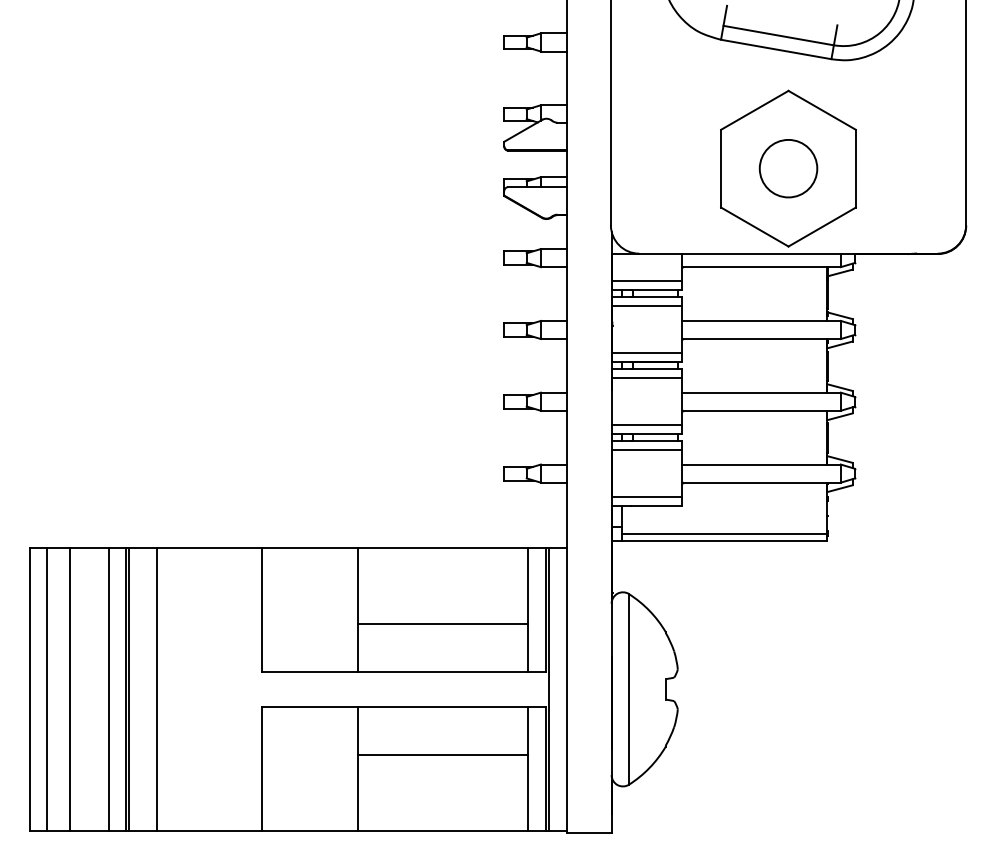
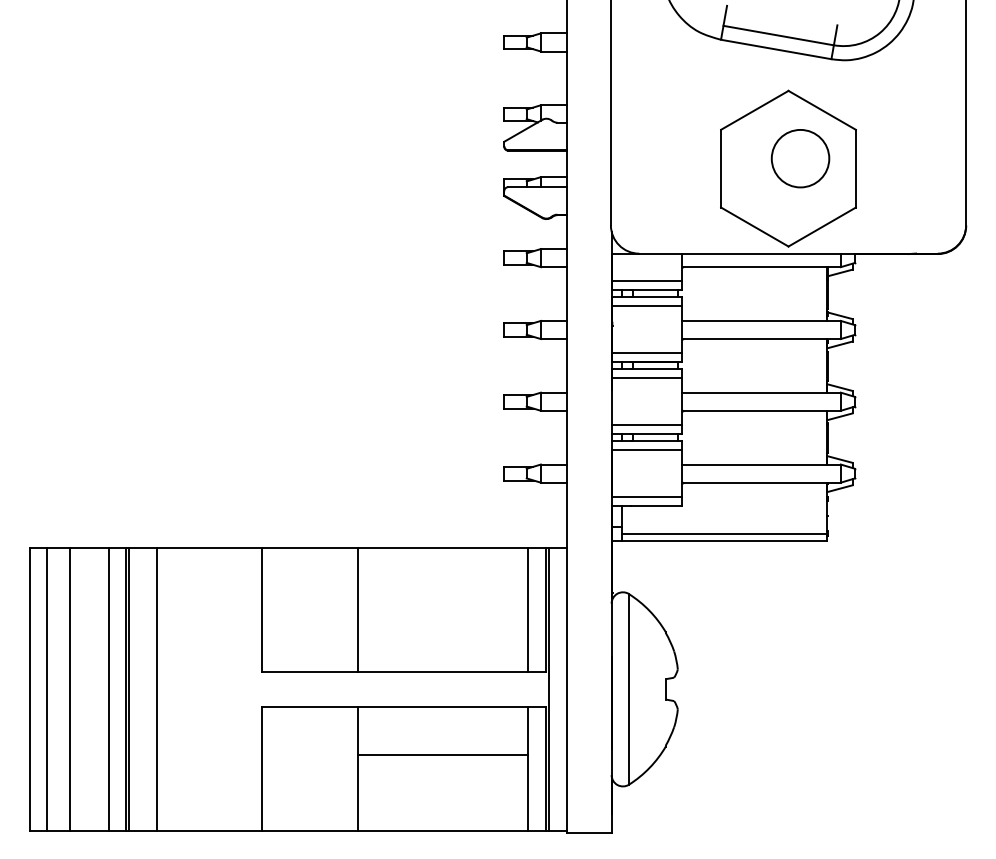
circle at (788, 168) position: (788, 168) -> (800, 158)
line at (442, 623): present -> none
